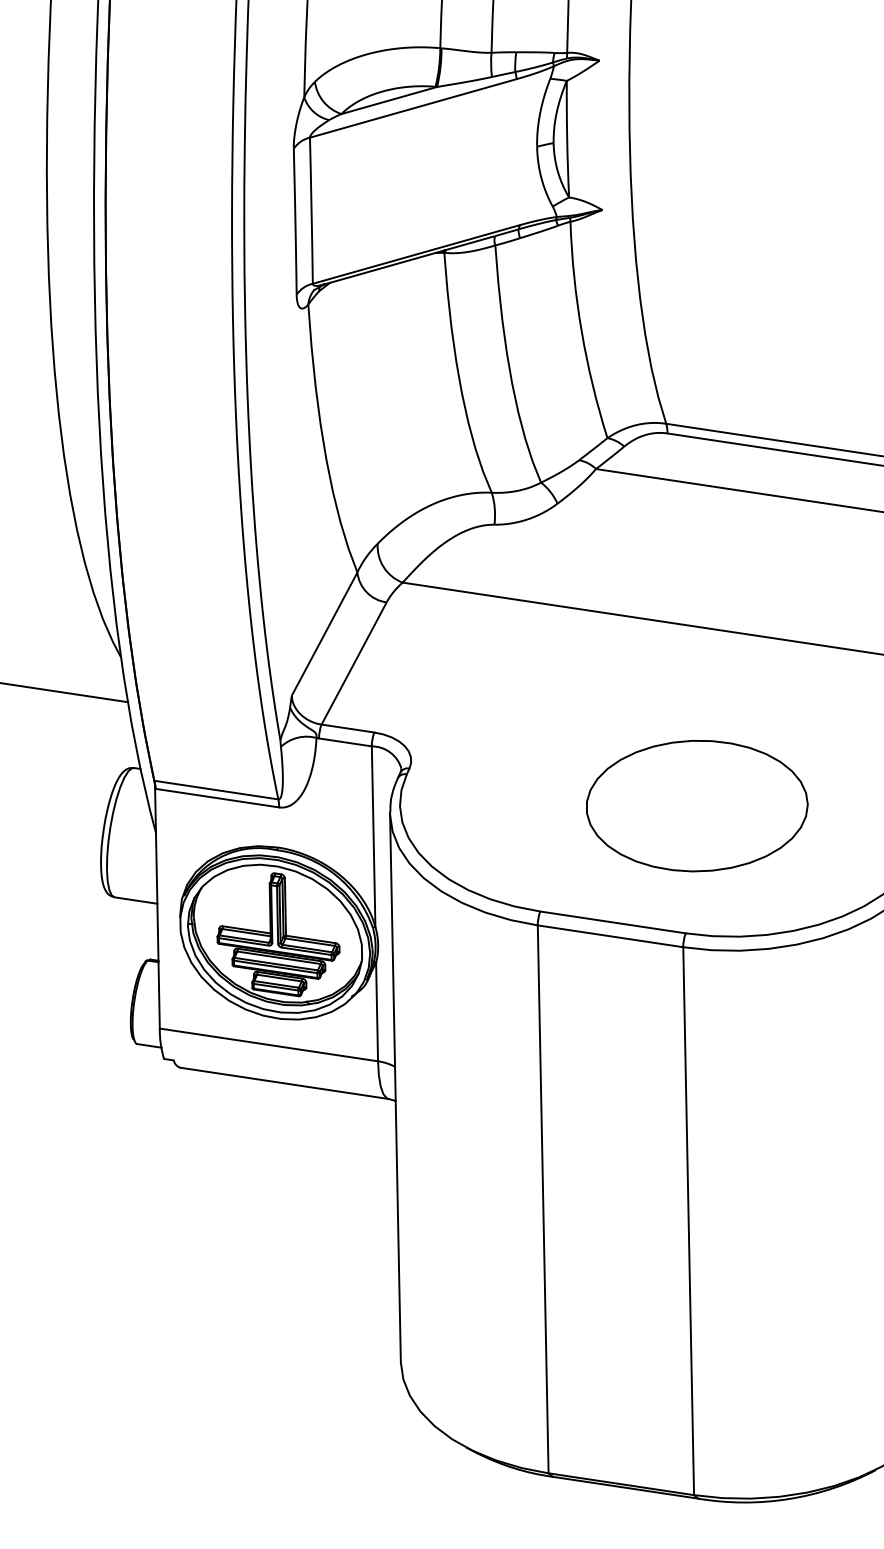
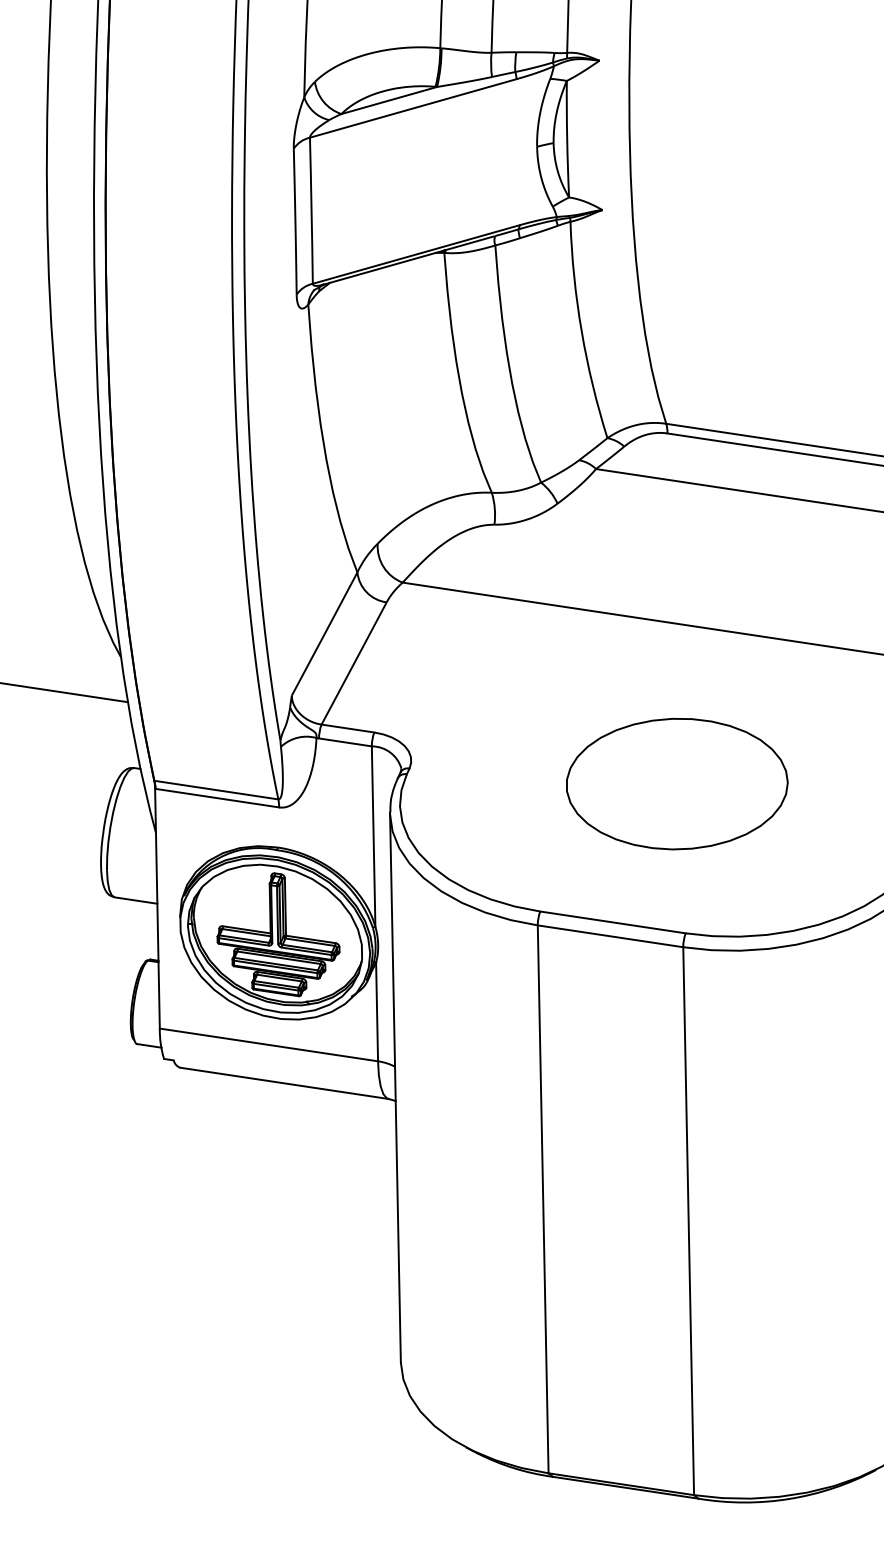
part at (697, 806) position: (697, 806) -> (677, 784)
